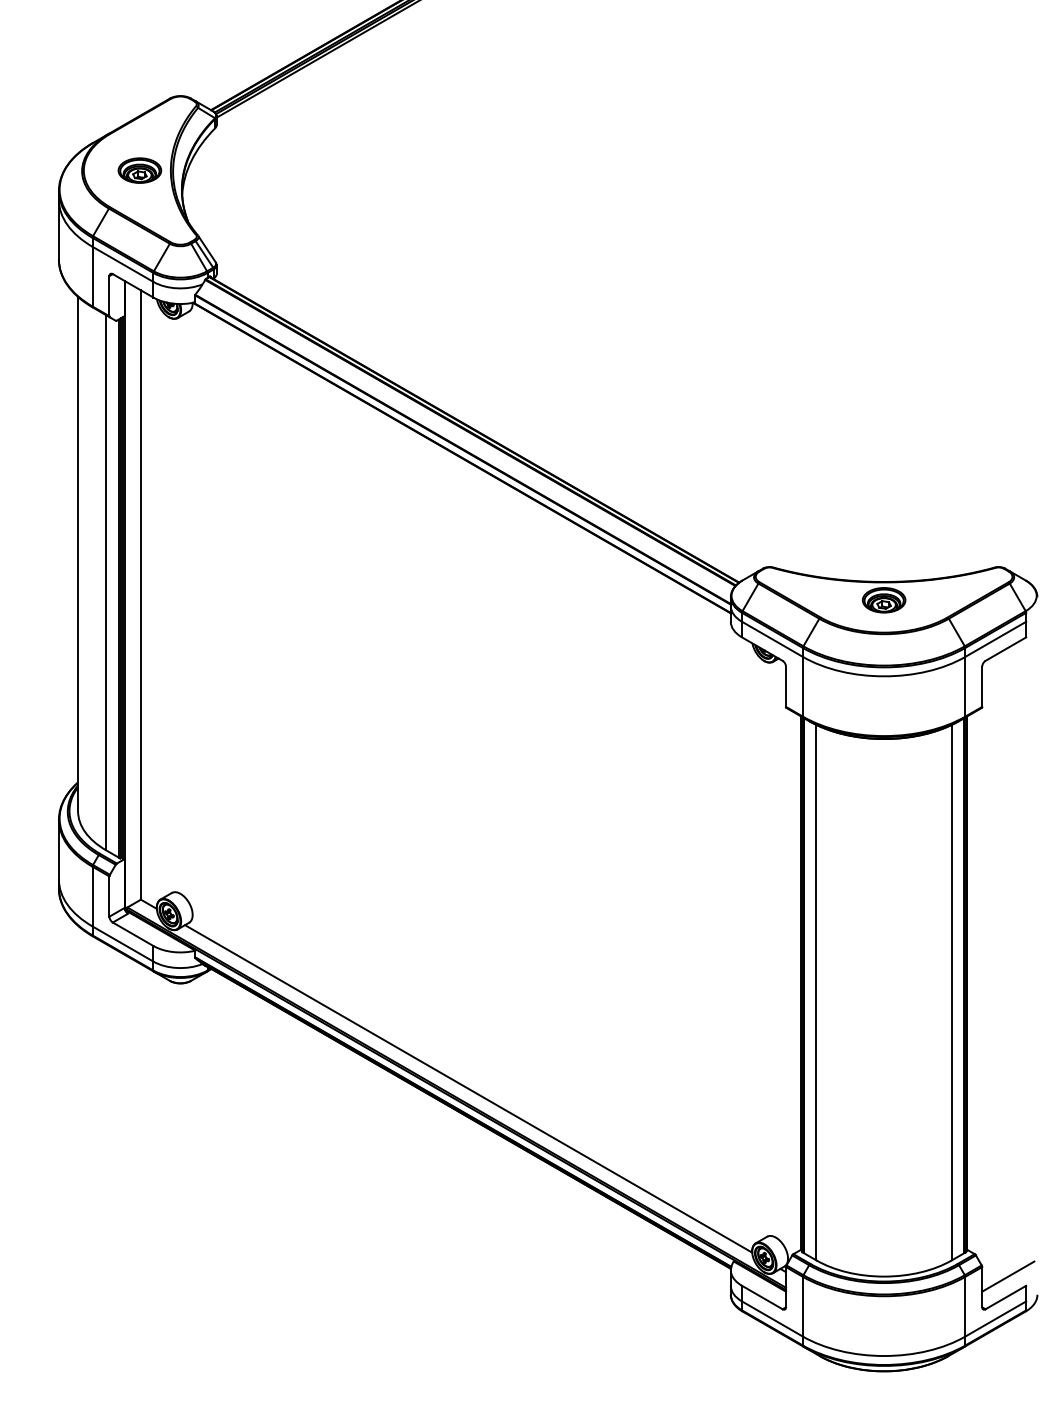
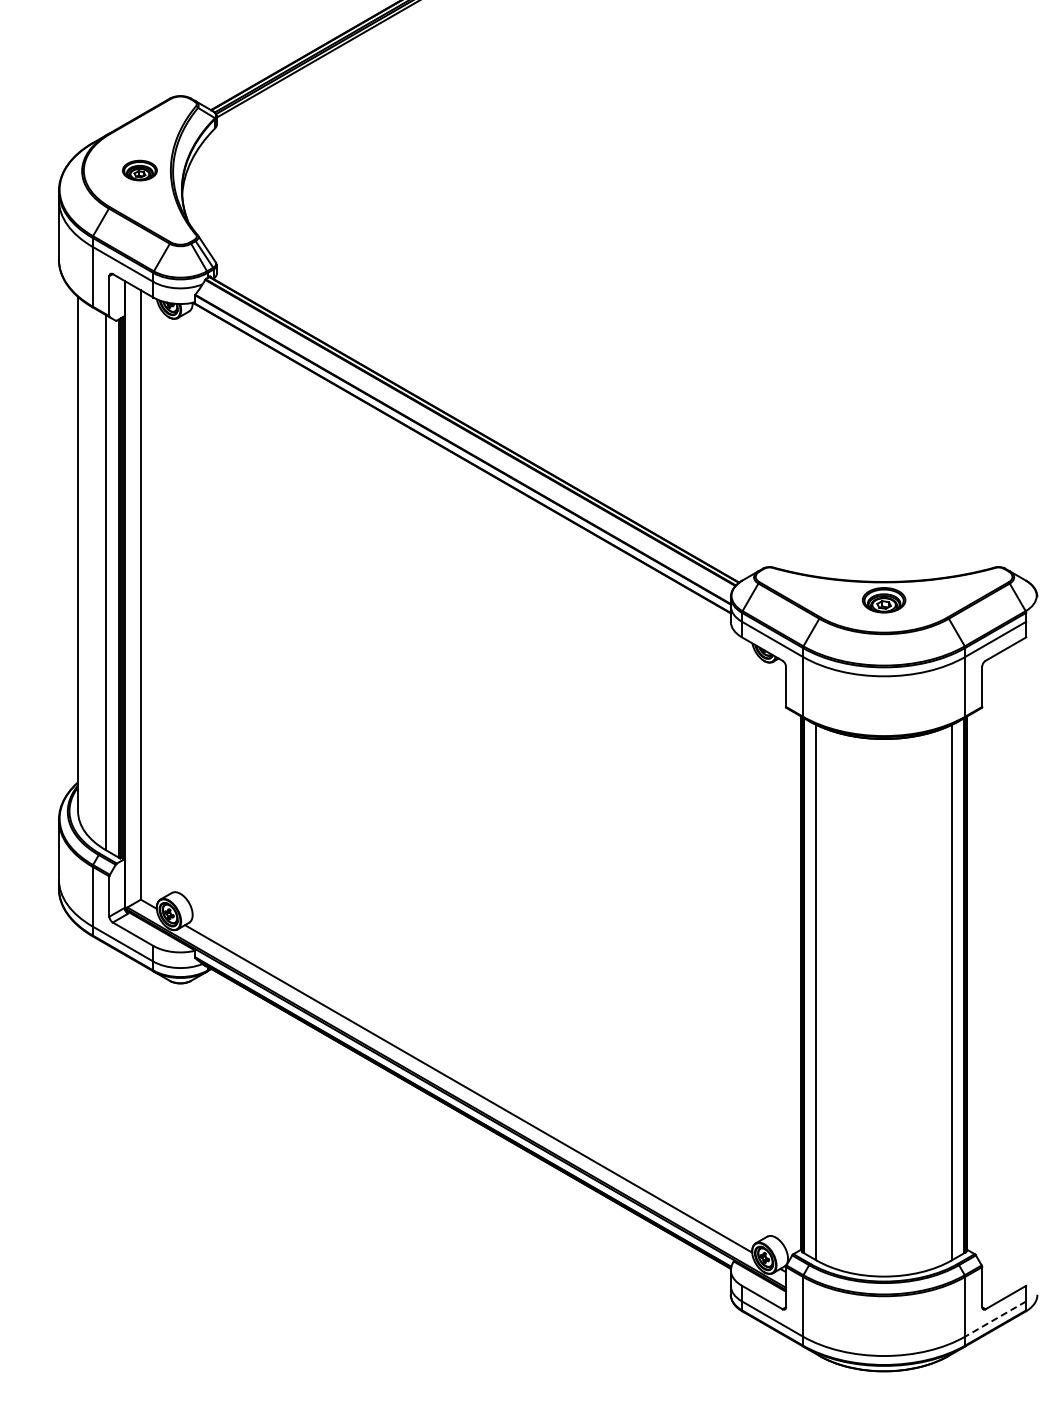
part at (139, 170) size: 46x27 px -> 36x23 px
line at (1008, 1276): present -> none
line at (995, 1319): solid -> dashed
